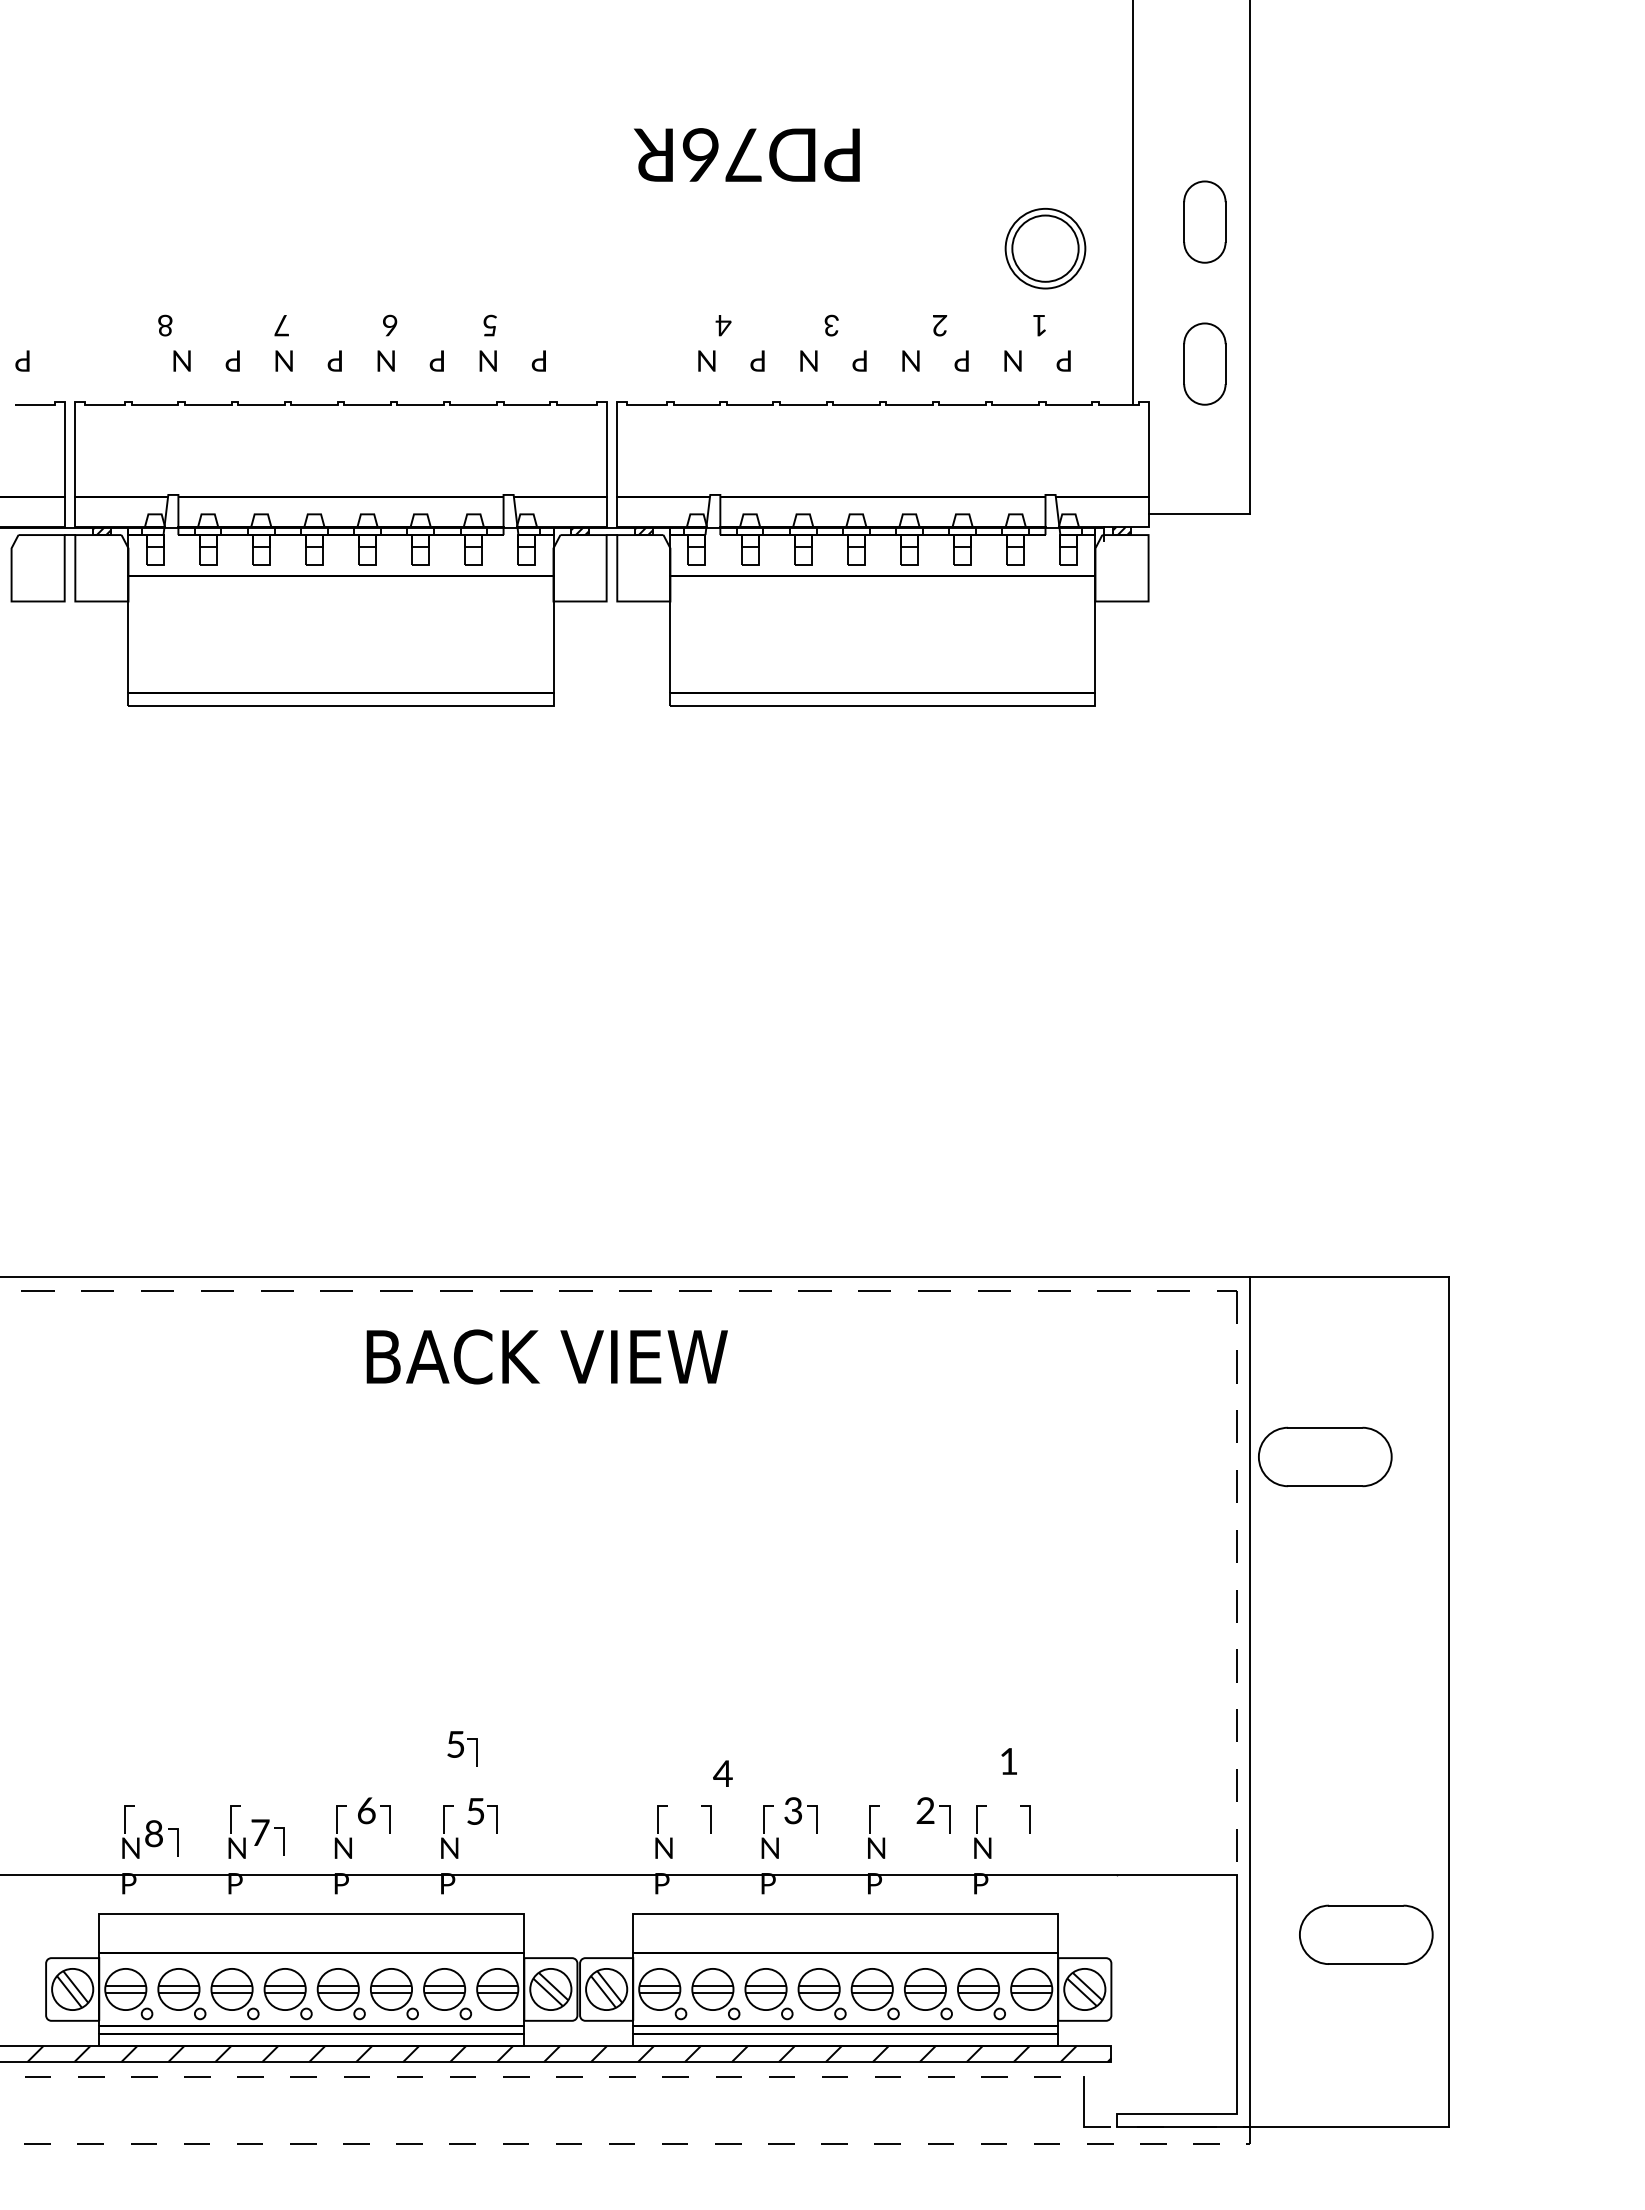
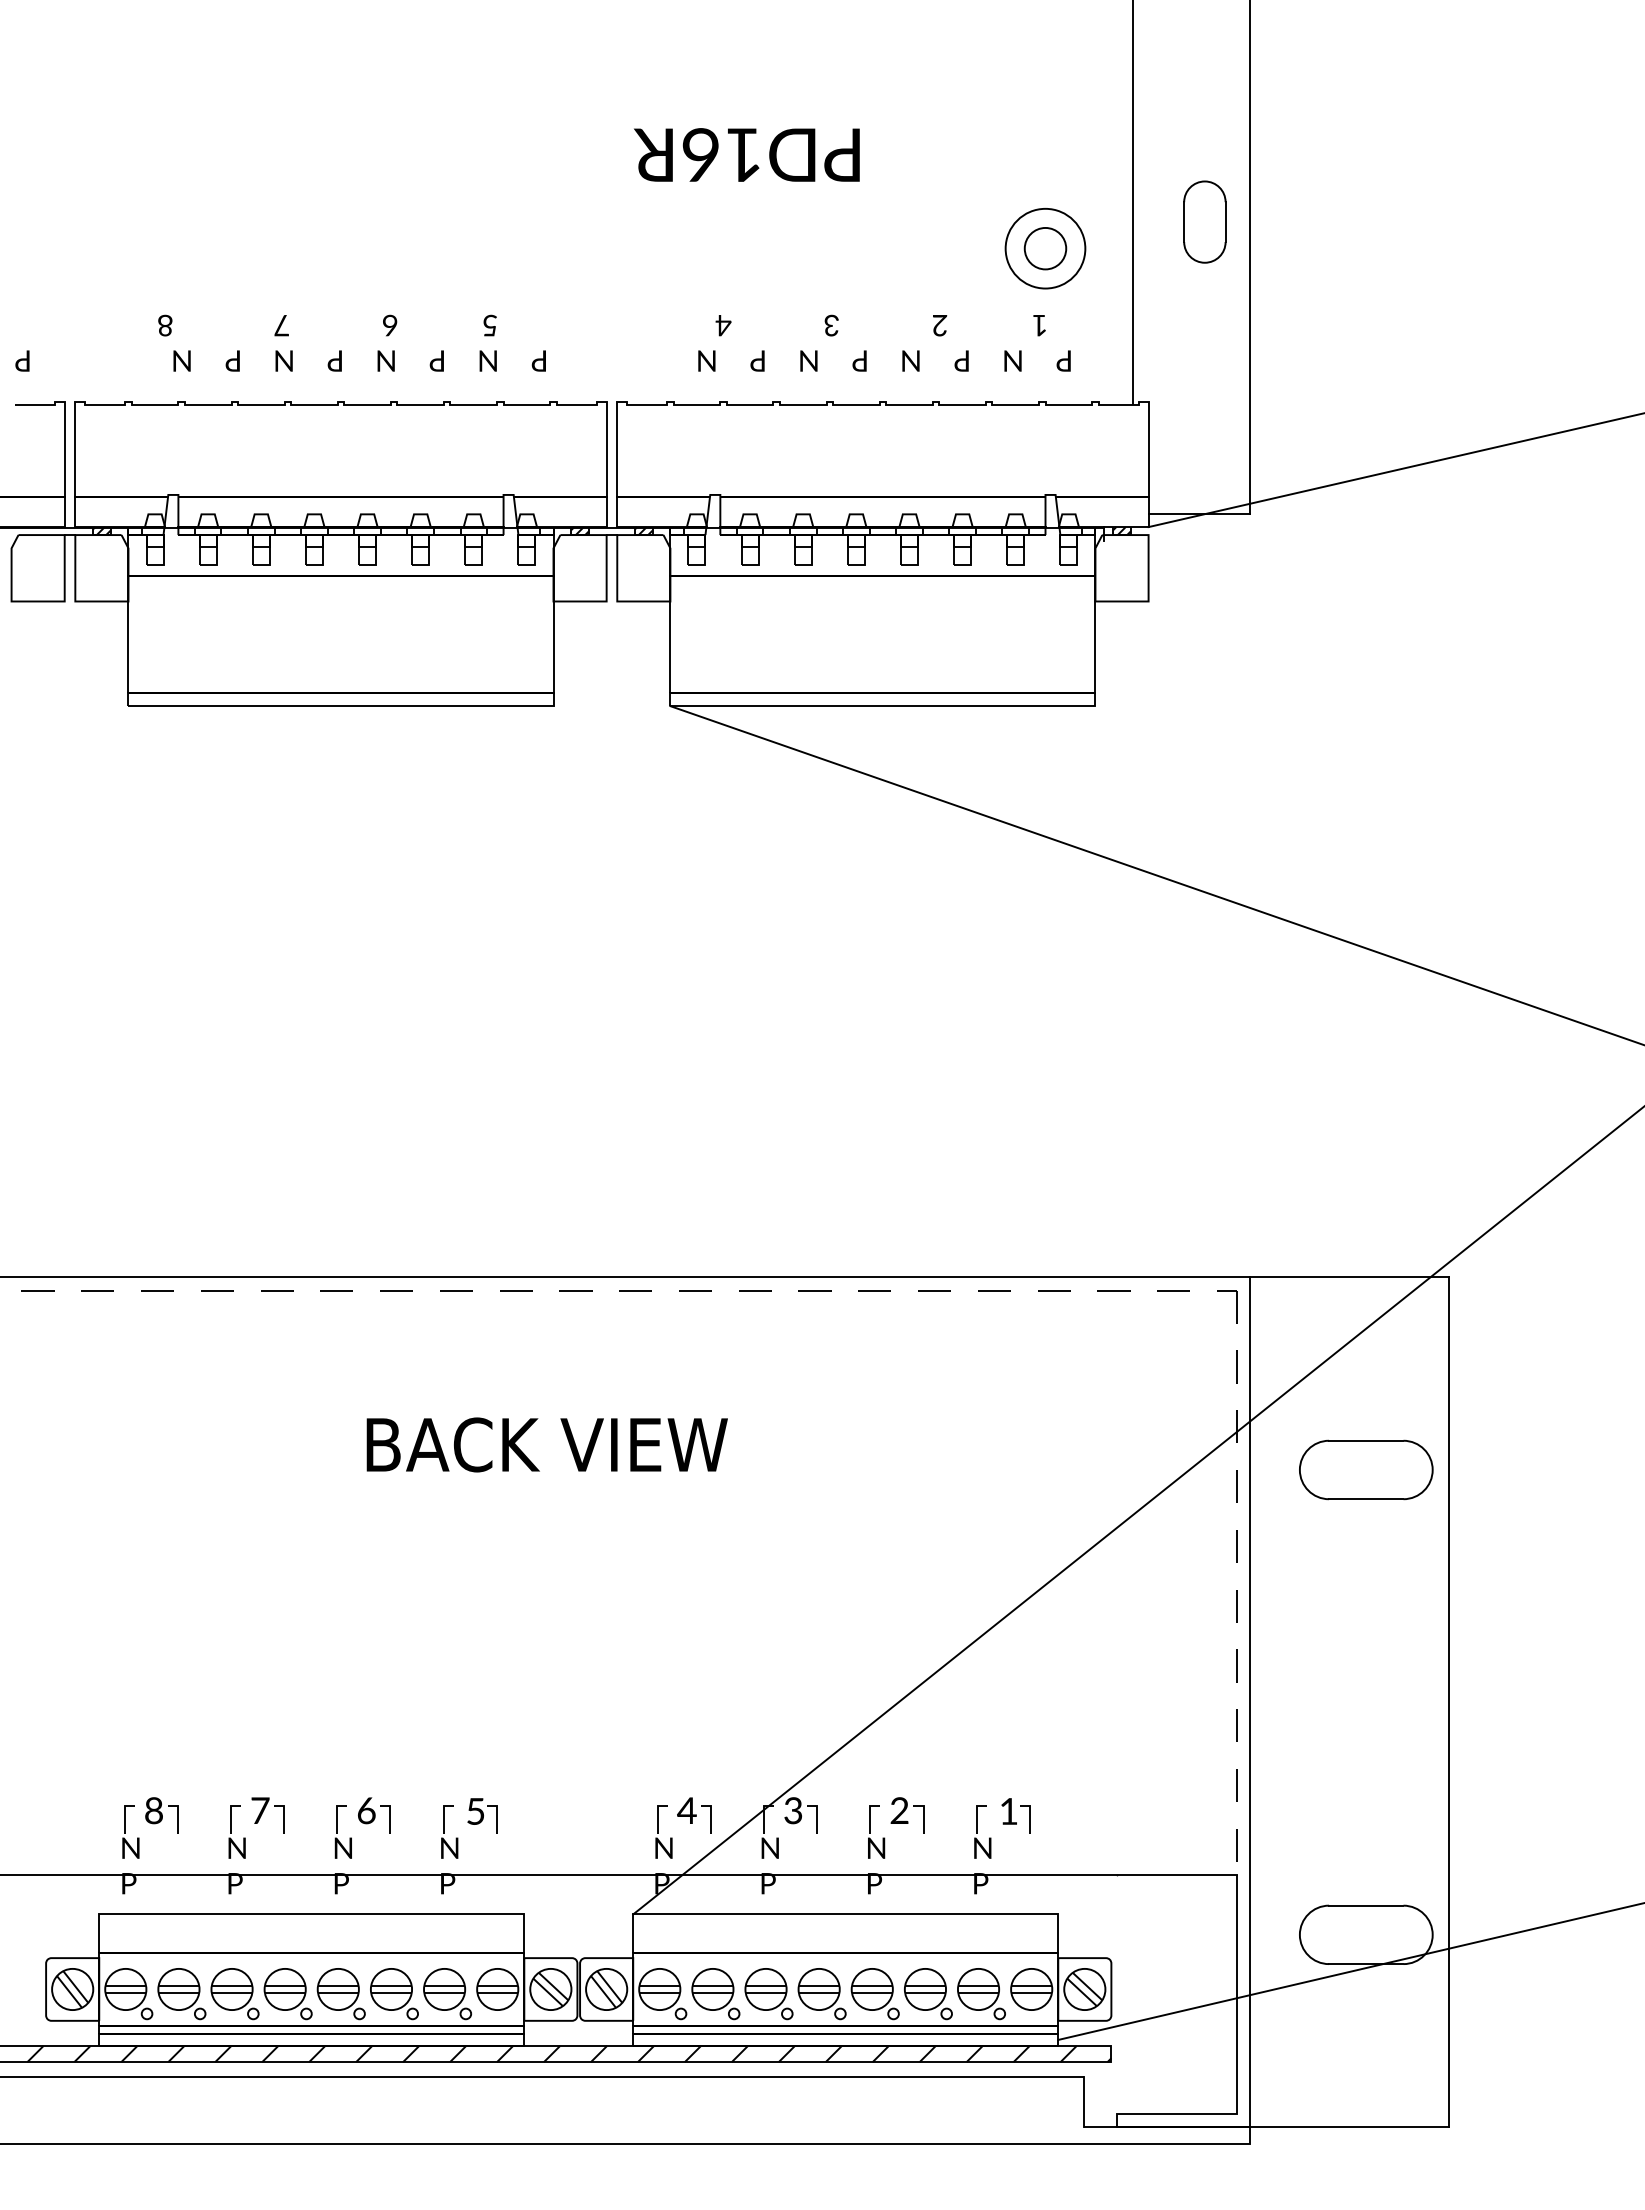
text at (743, 154): PD76R -> PD16R
circle at (1045, 248) diameter: 66 px -> 41 px
part at (1204, 363): present -> none
line at (1394, 470): none -> present
line at (1155, 875): none -> present
text at (546, 1356) position: (546, 1356) -> (546, 1444)
part at (1325, 1456) position: (1325, 1456) -> (1366, 1469)
line at (1137, 1511): none -> present
part at (462, 1748): present -> none
text at (1008, 1761) position: (1008, 1761) -> (1008, 1811)
text at (722, 1773) position: (722, 1773) -> (686, 1810)
part at (933, 1815) position: (933, 1815) -> (907, 1815)
part at (267, 1837) position: (267, 1837) -> (267, 1815)
part at (161, 1838) position: (161, 1838) -> (161, 1815)
line at (1349, 1971): none -> present
line at (542, 2077): dashed -> solid
line at (718, 2143): dashed -> solid
